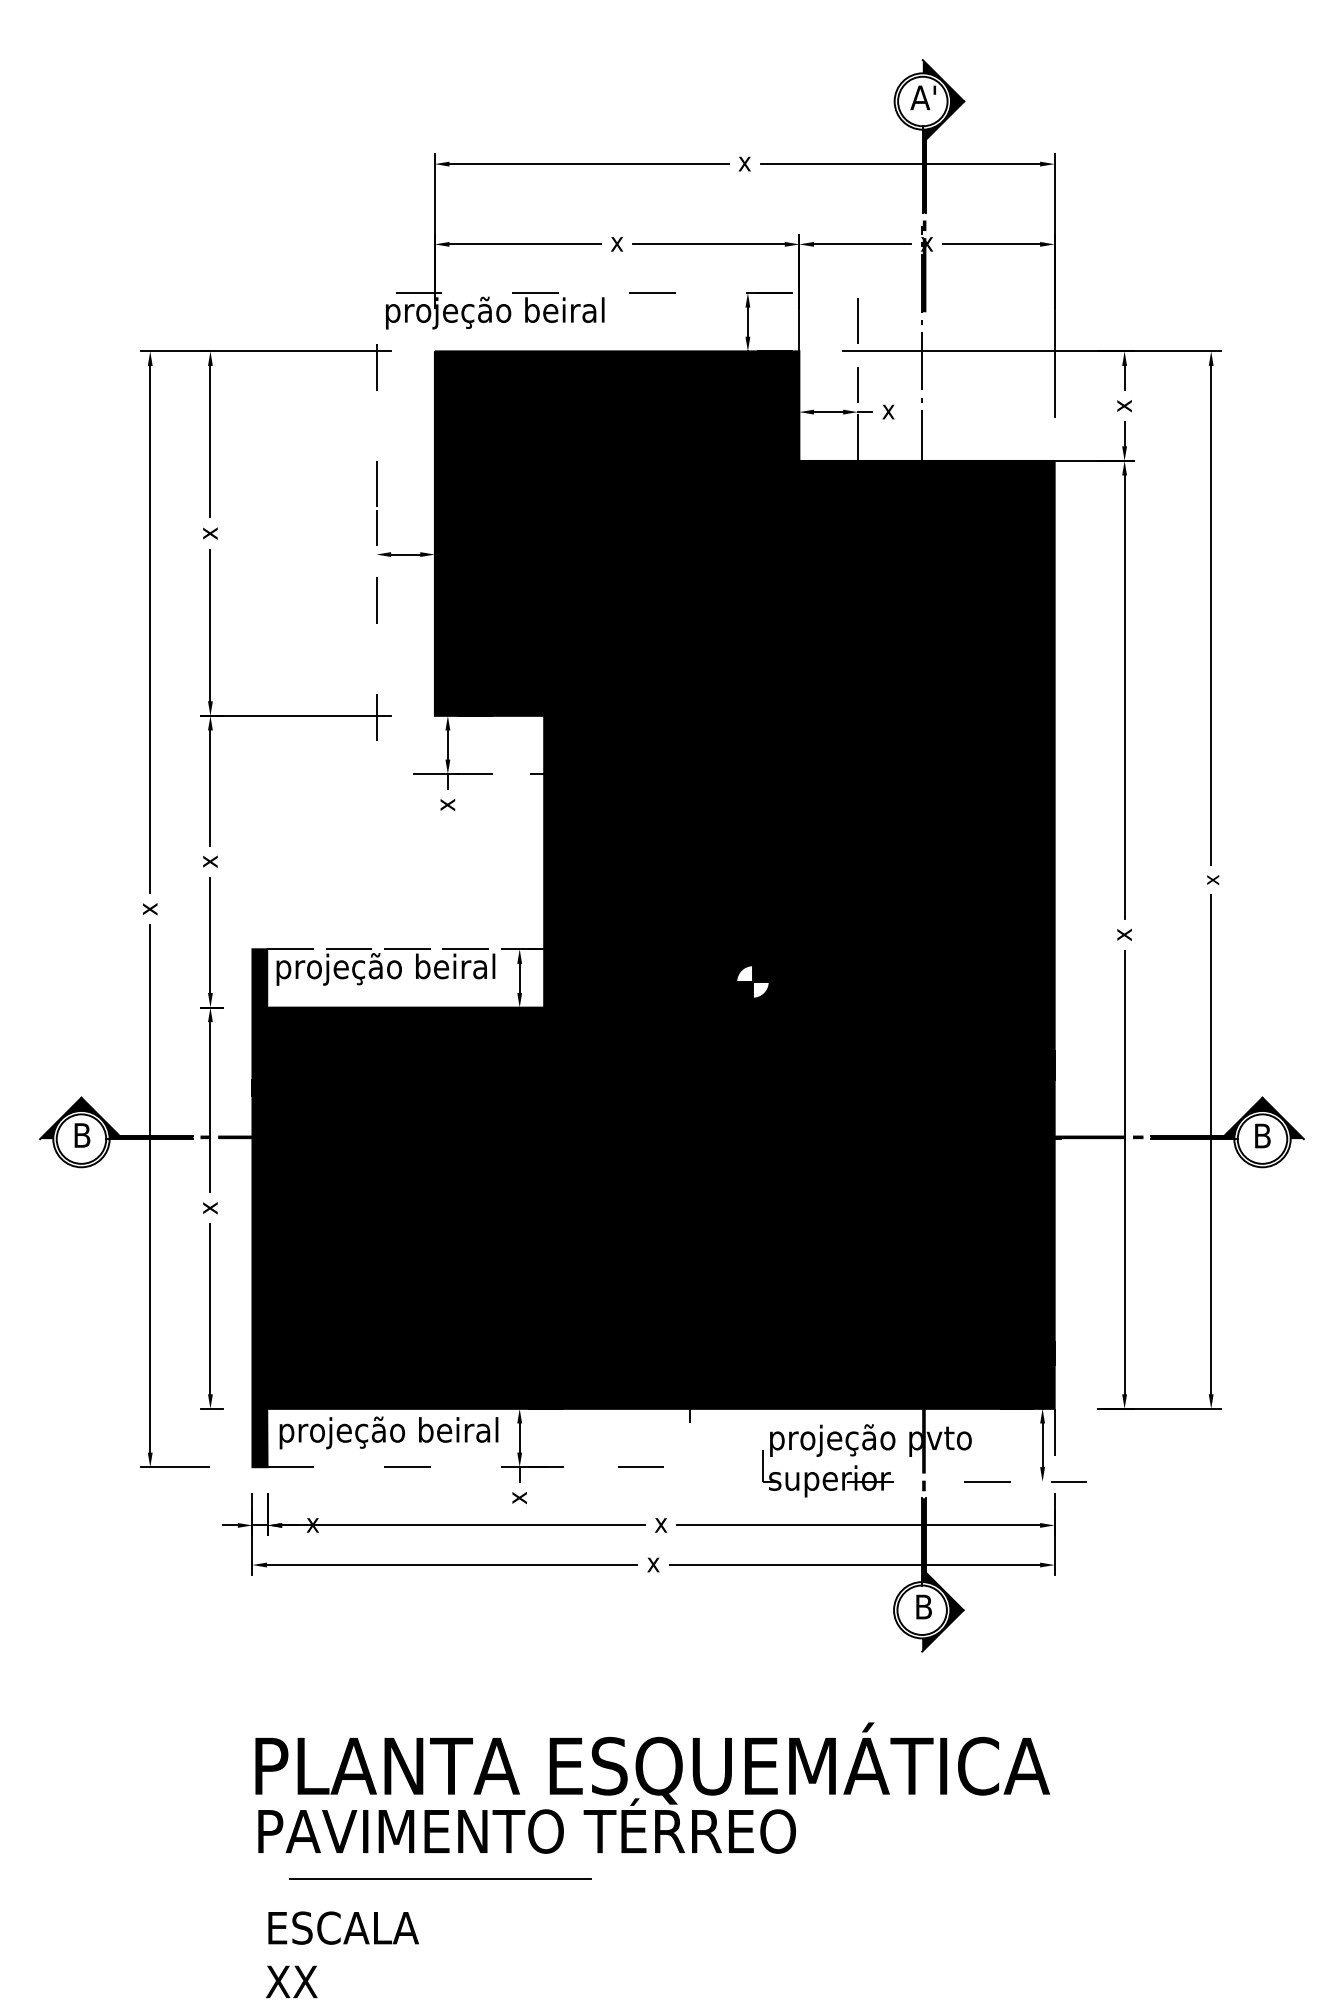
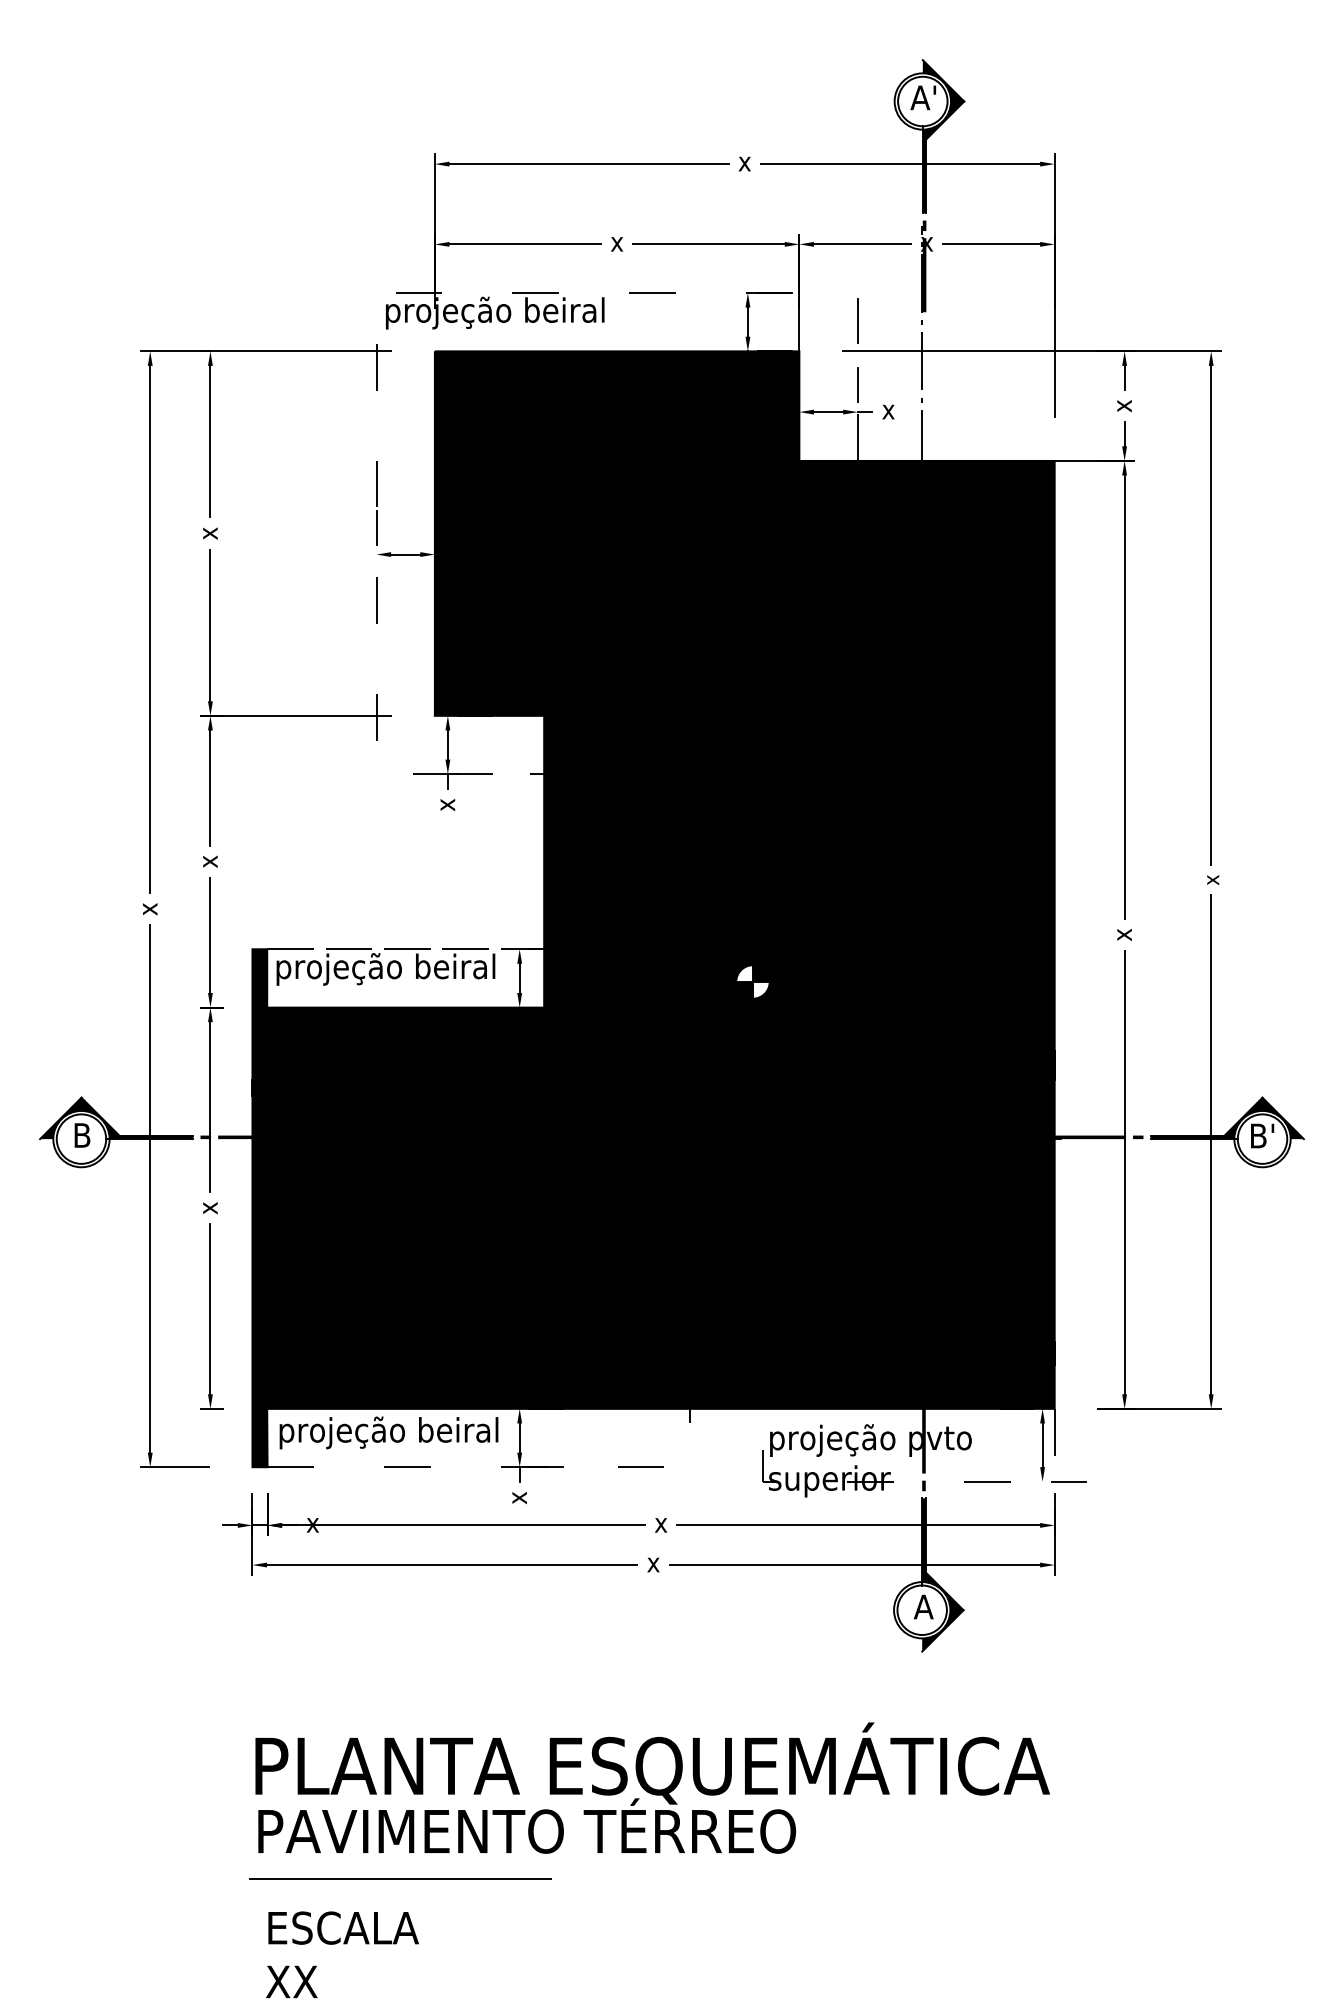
text at (1262, 1135): B -> B'
text at (923, 1606): B -> A
line at (440, 1878) position: (440, 1878) -> (400, 1878)
